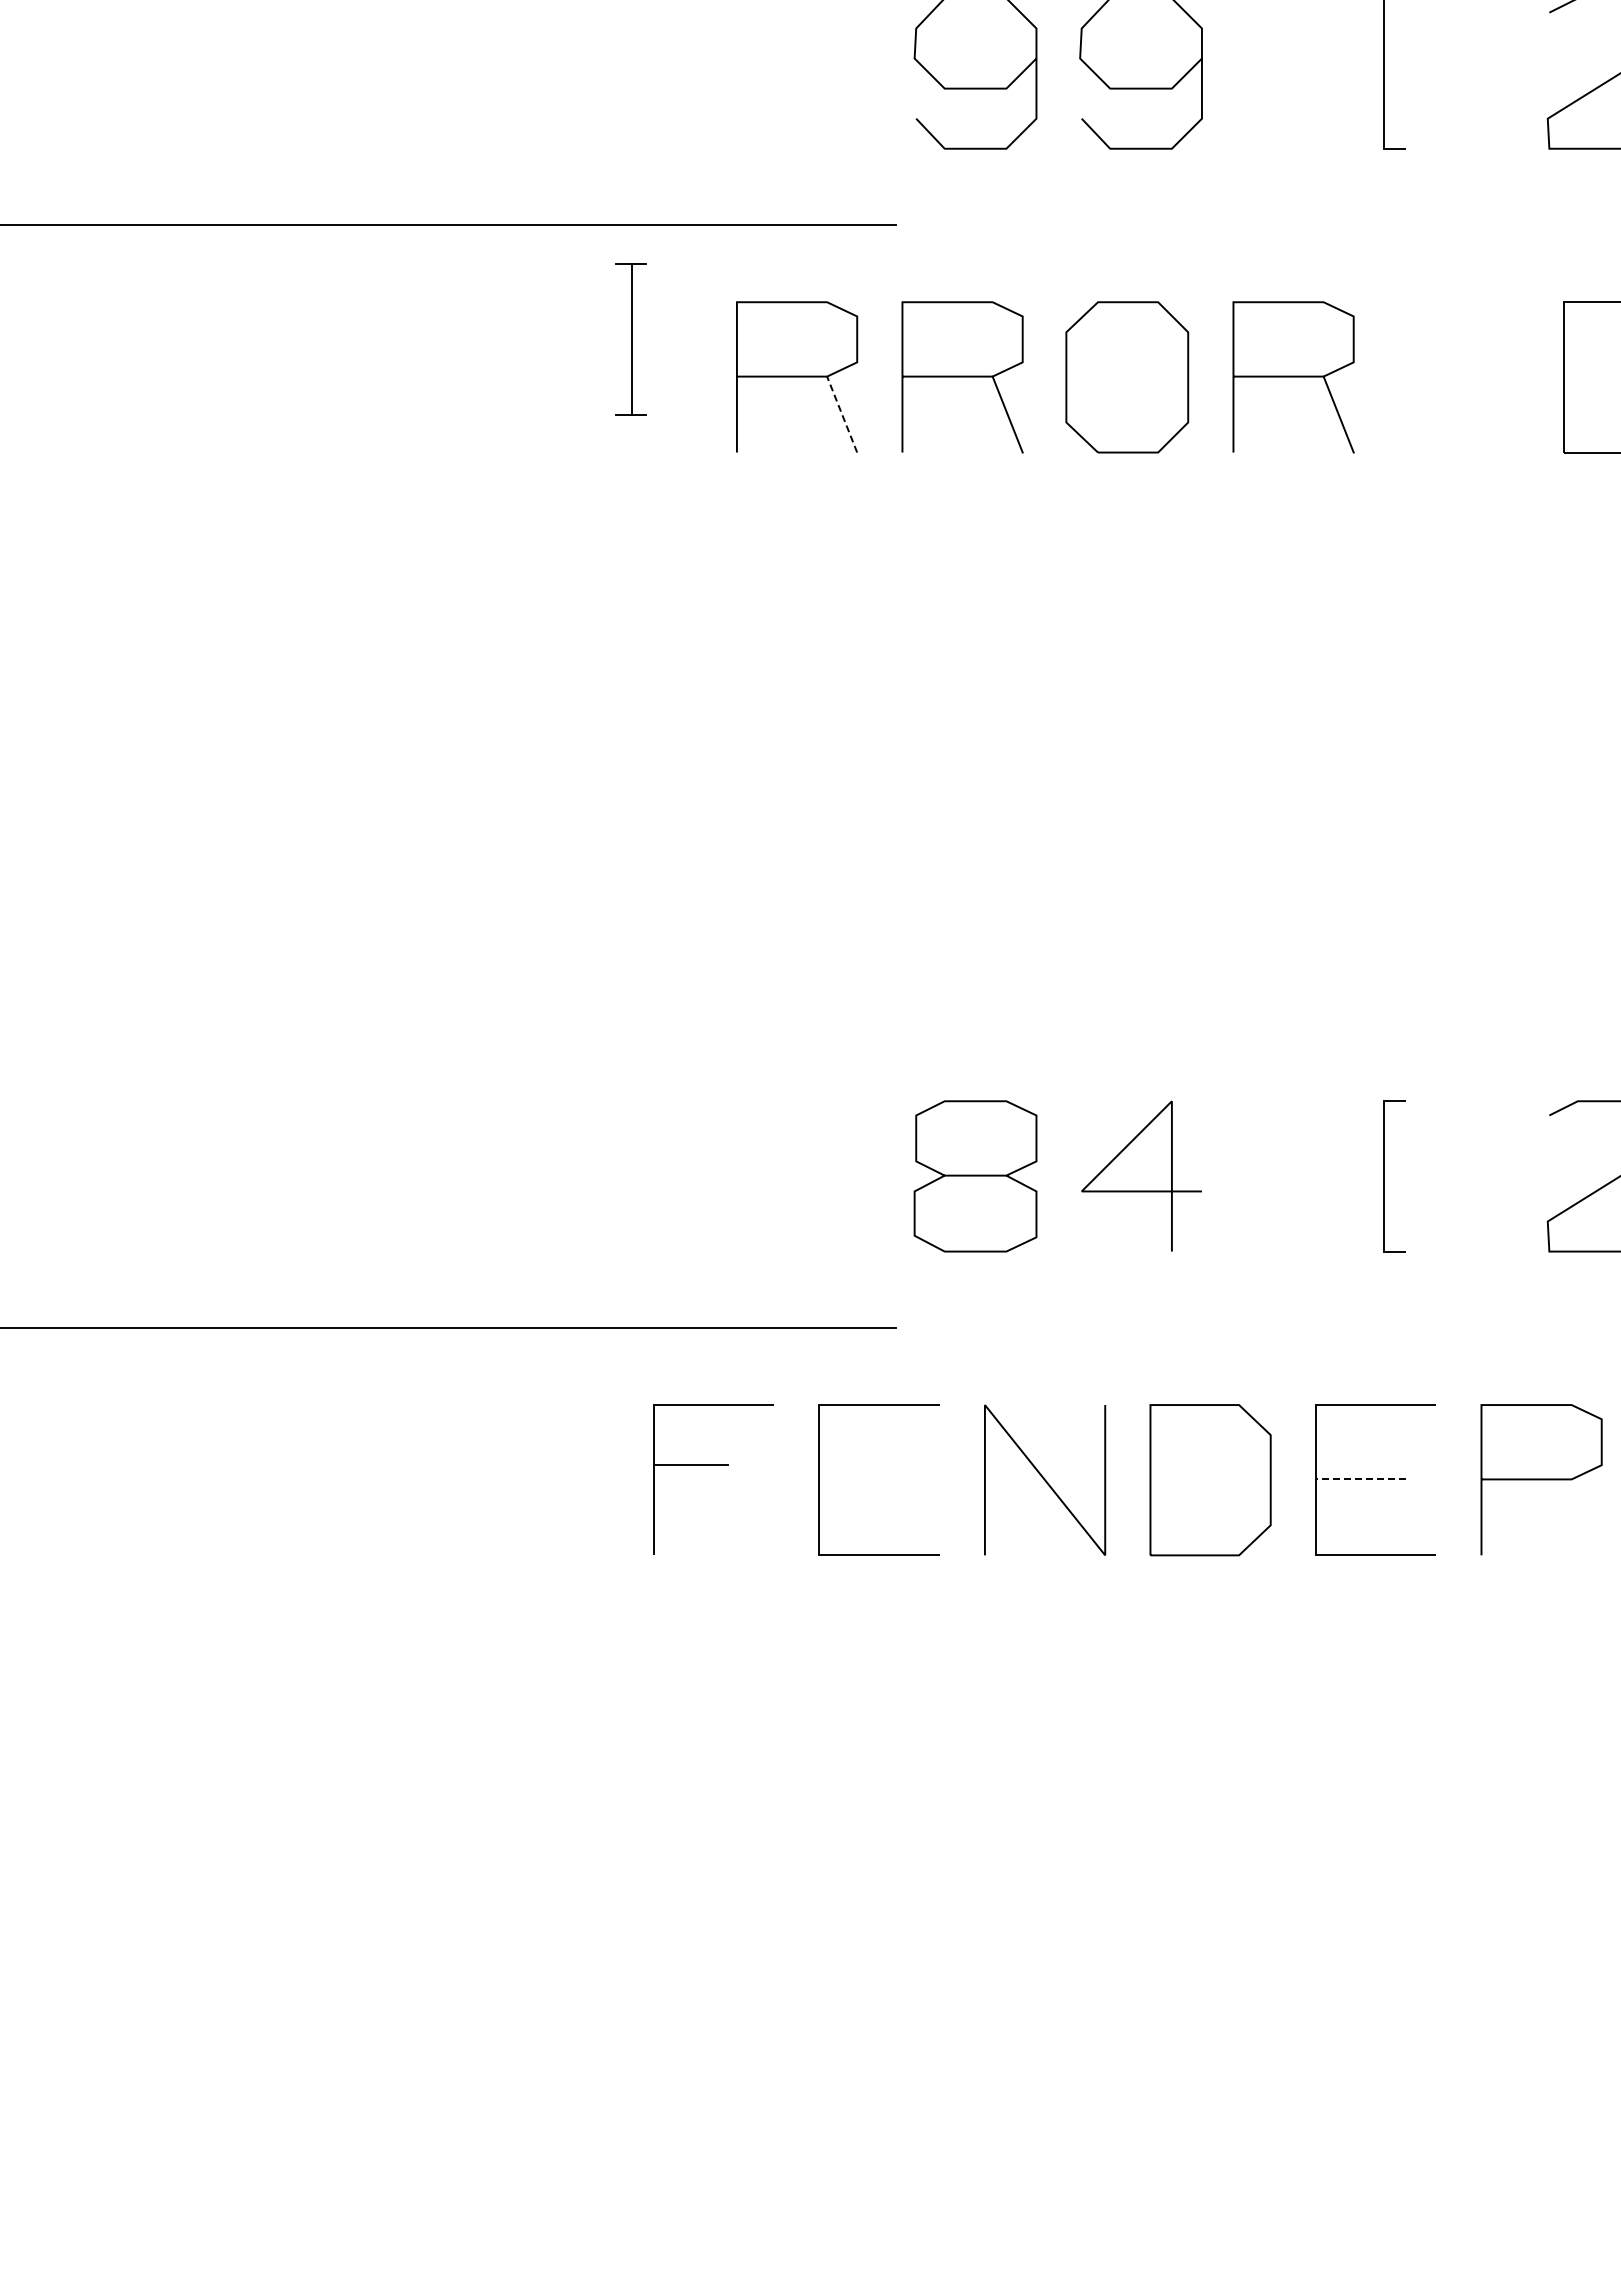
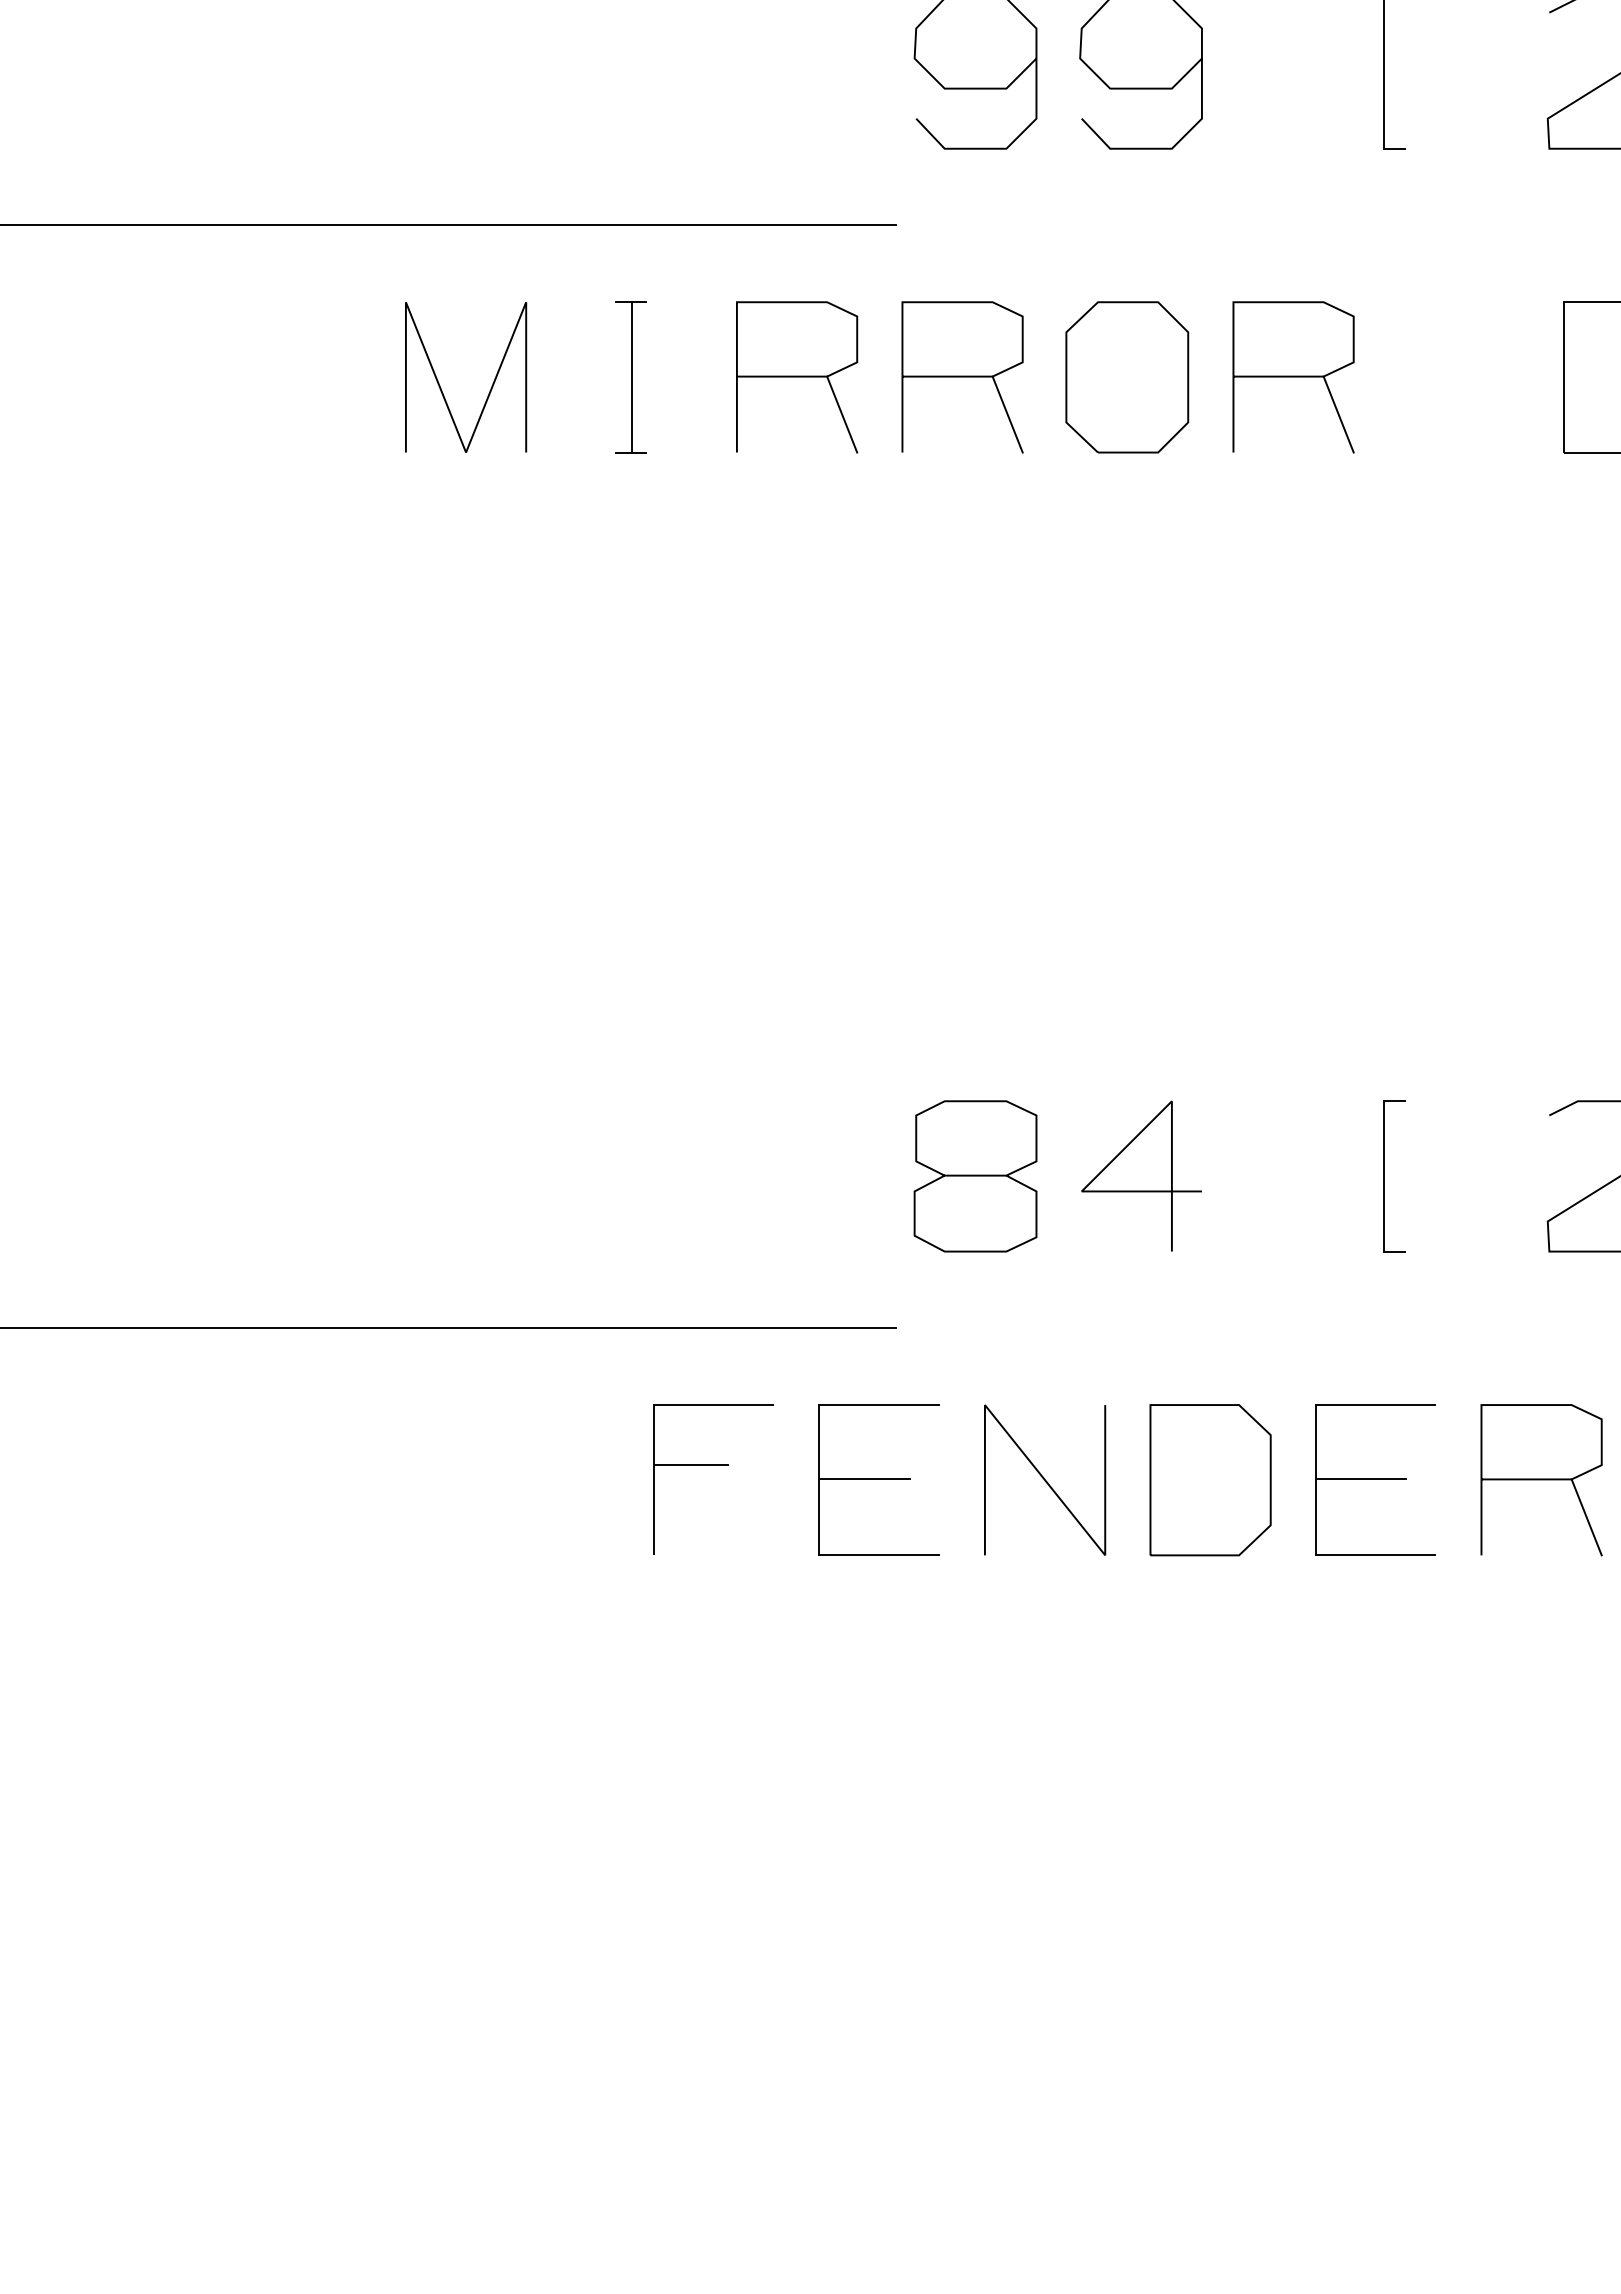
part at (630, 339) position: (630, 339) -> (630, 377)
line at (491, 385): none -> present
line at (842, 414): dashed -> solid
line at (864, 1479): none -> present
line at (1360, 1479): dashed -> solid
line at (1586, 1517): none -> present
